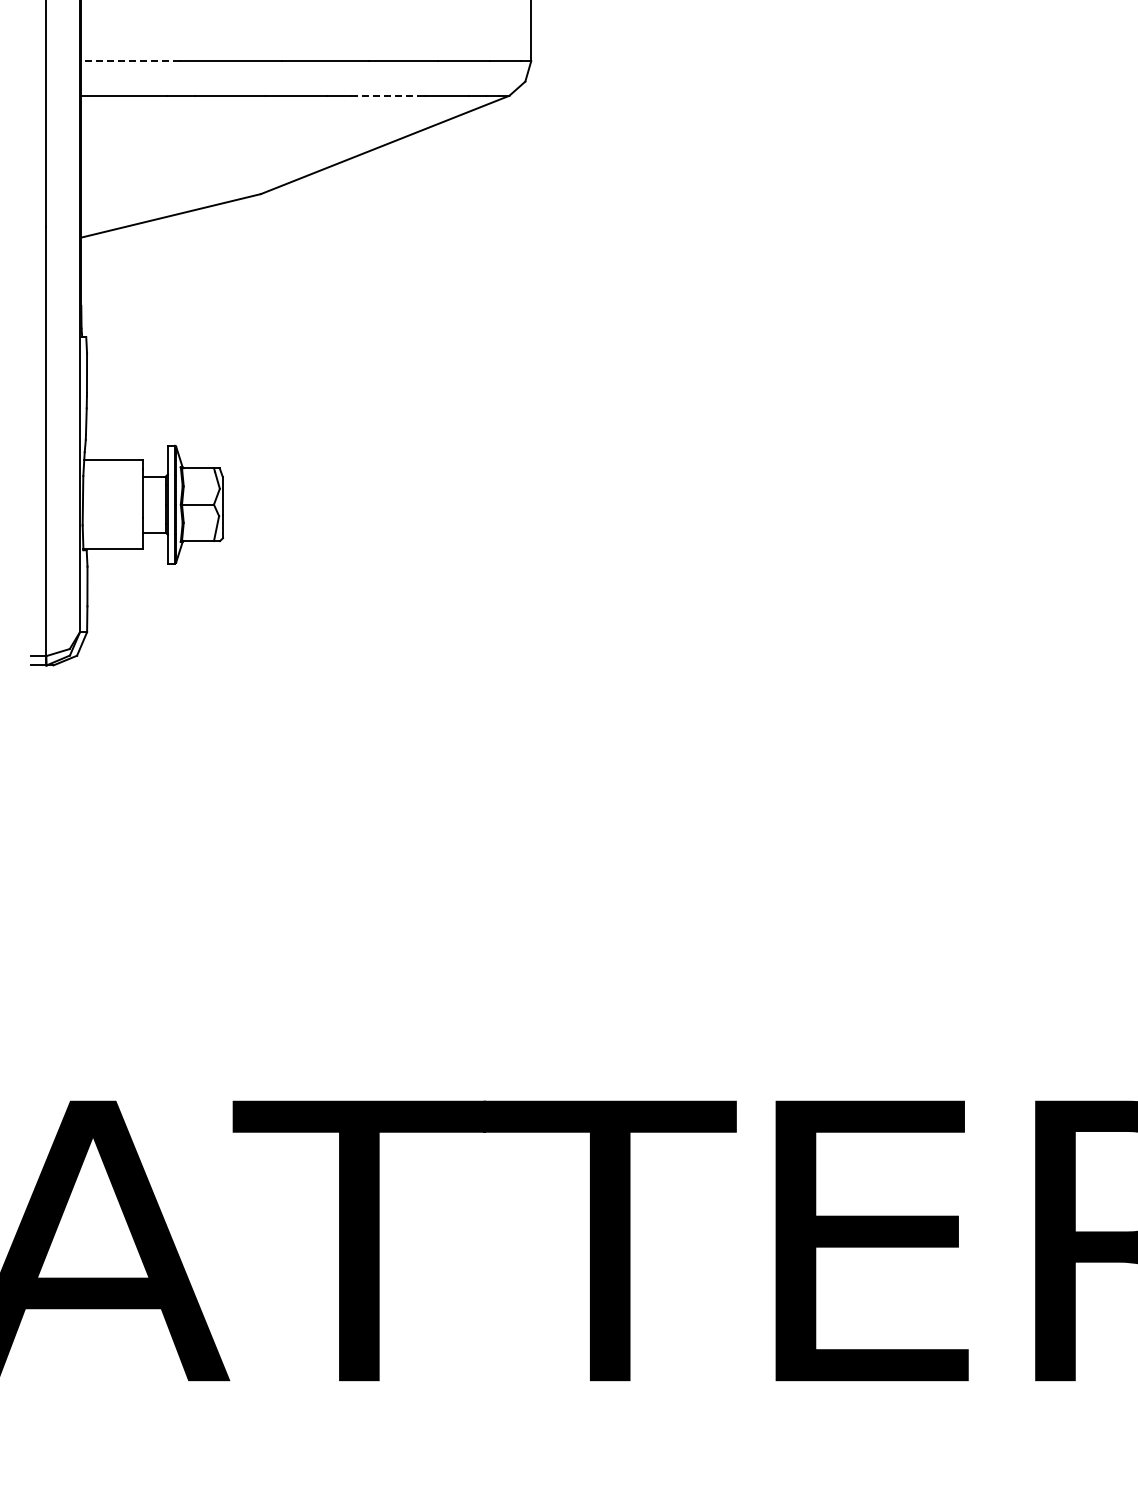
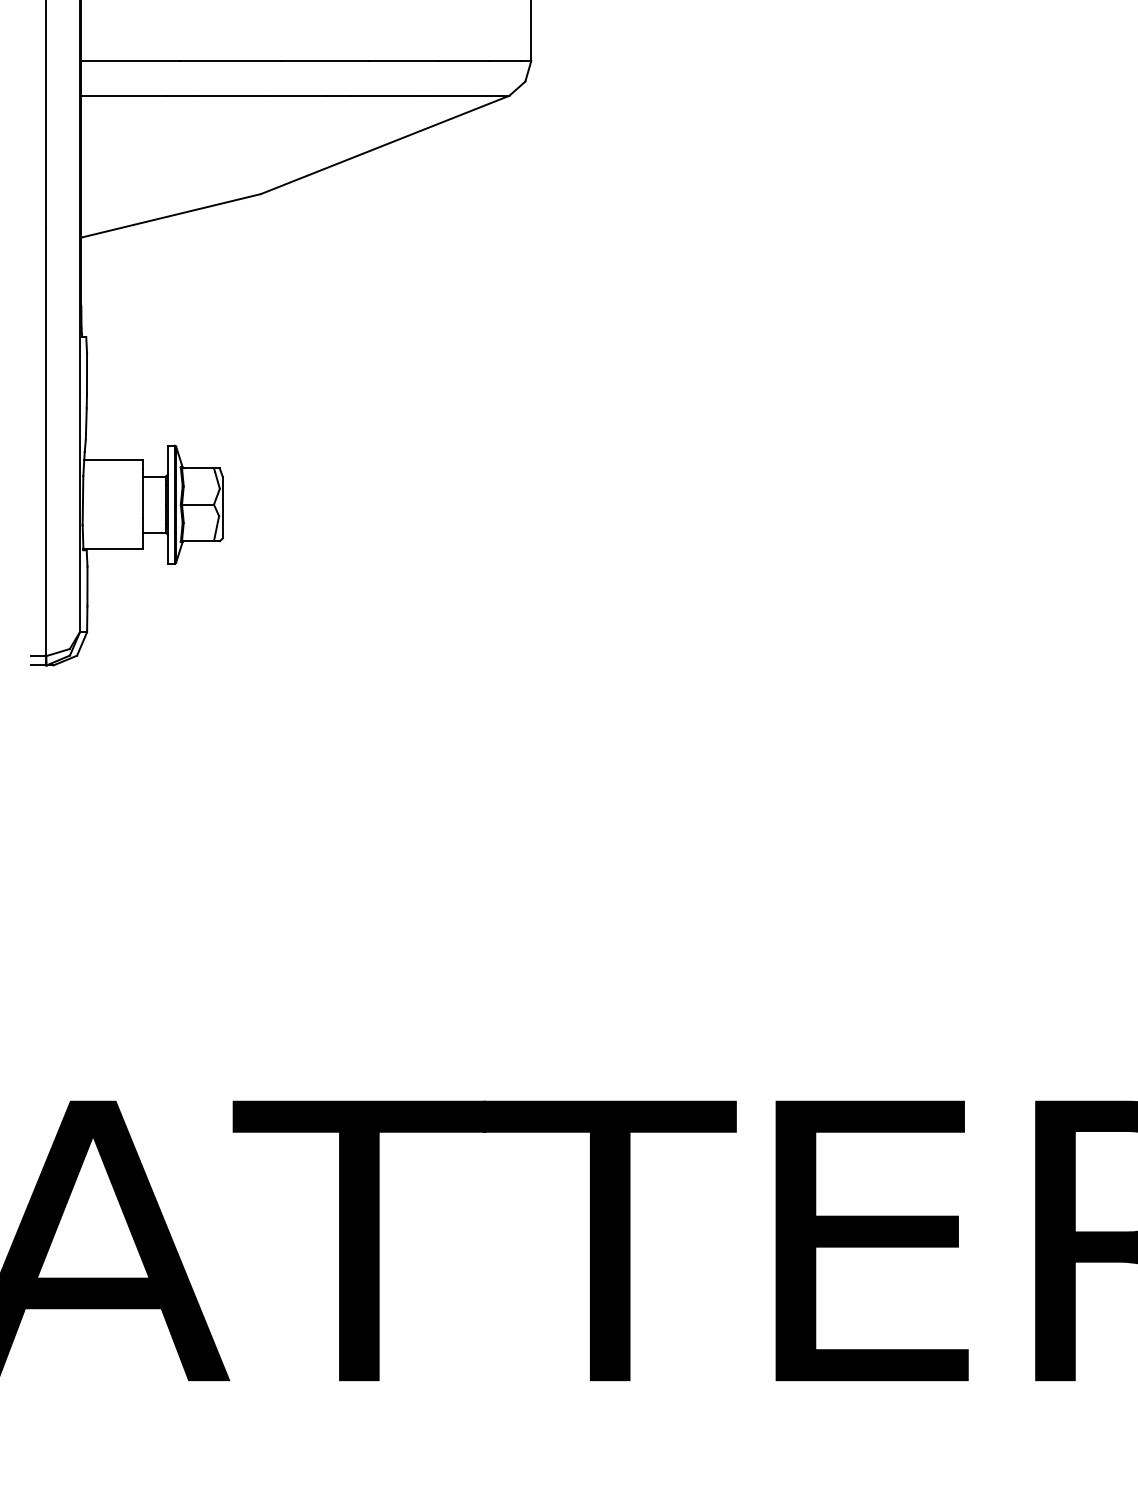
line at (130, 61): dashed -> solid
line at (385, 95): dashed -> solid
